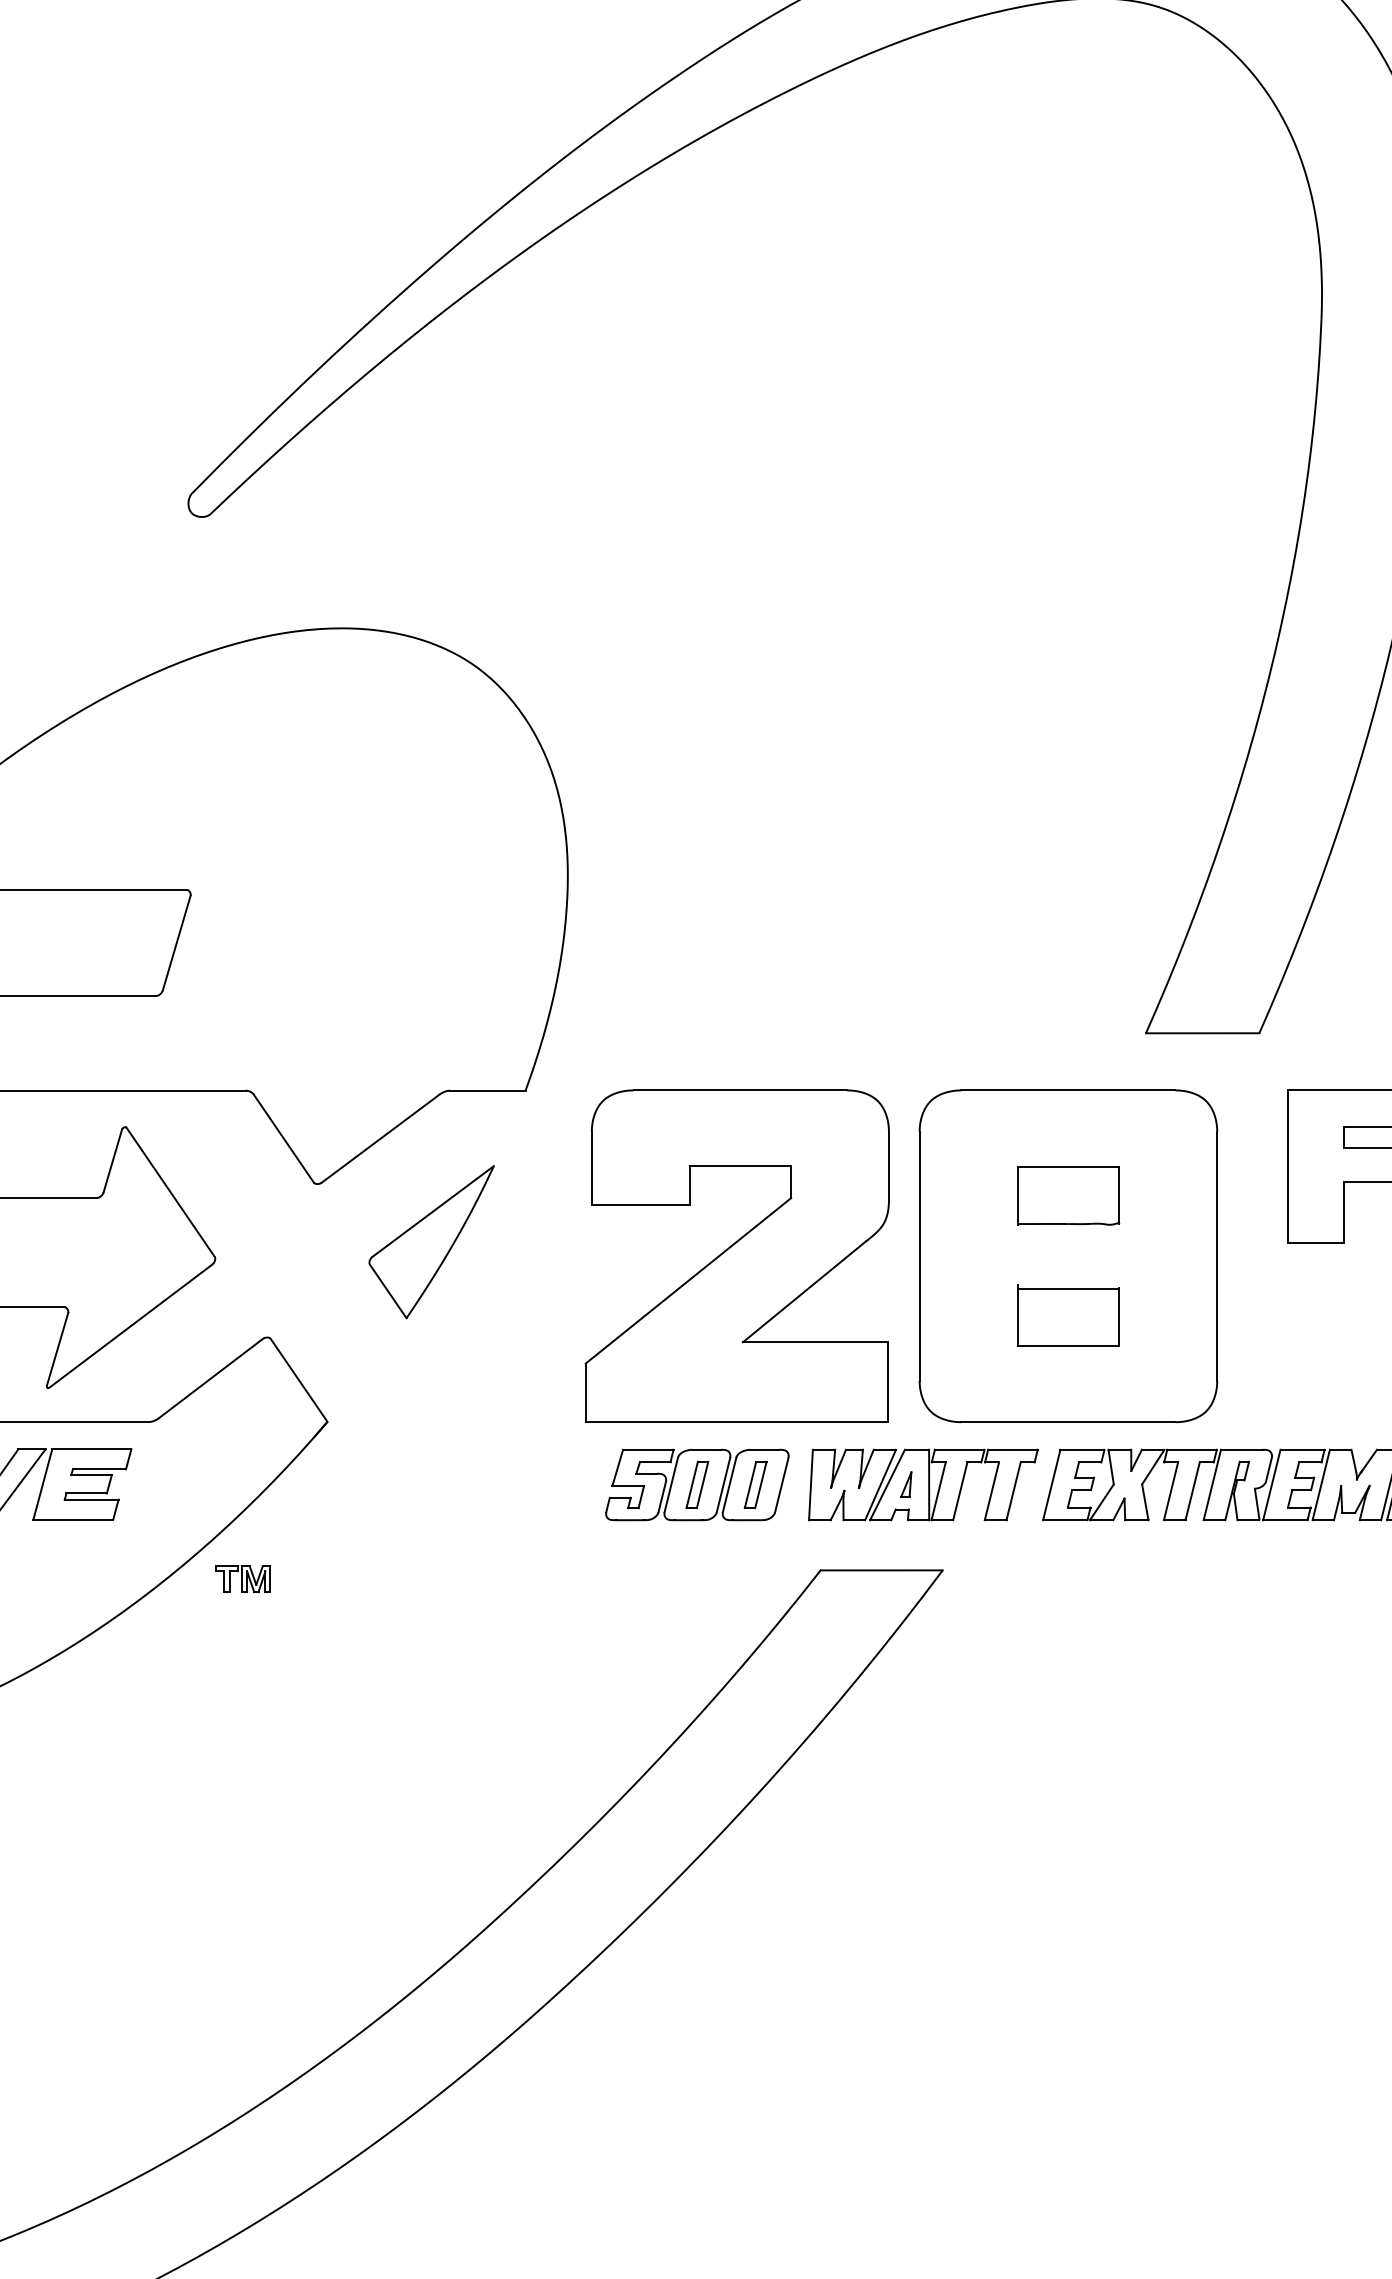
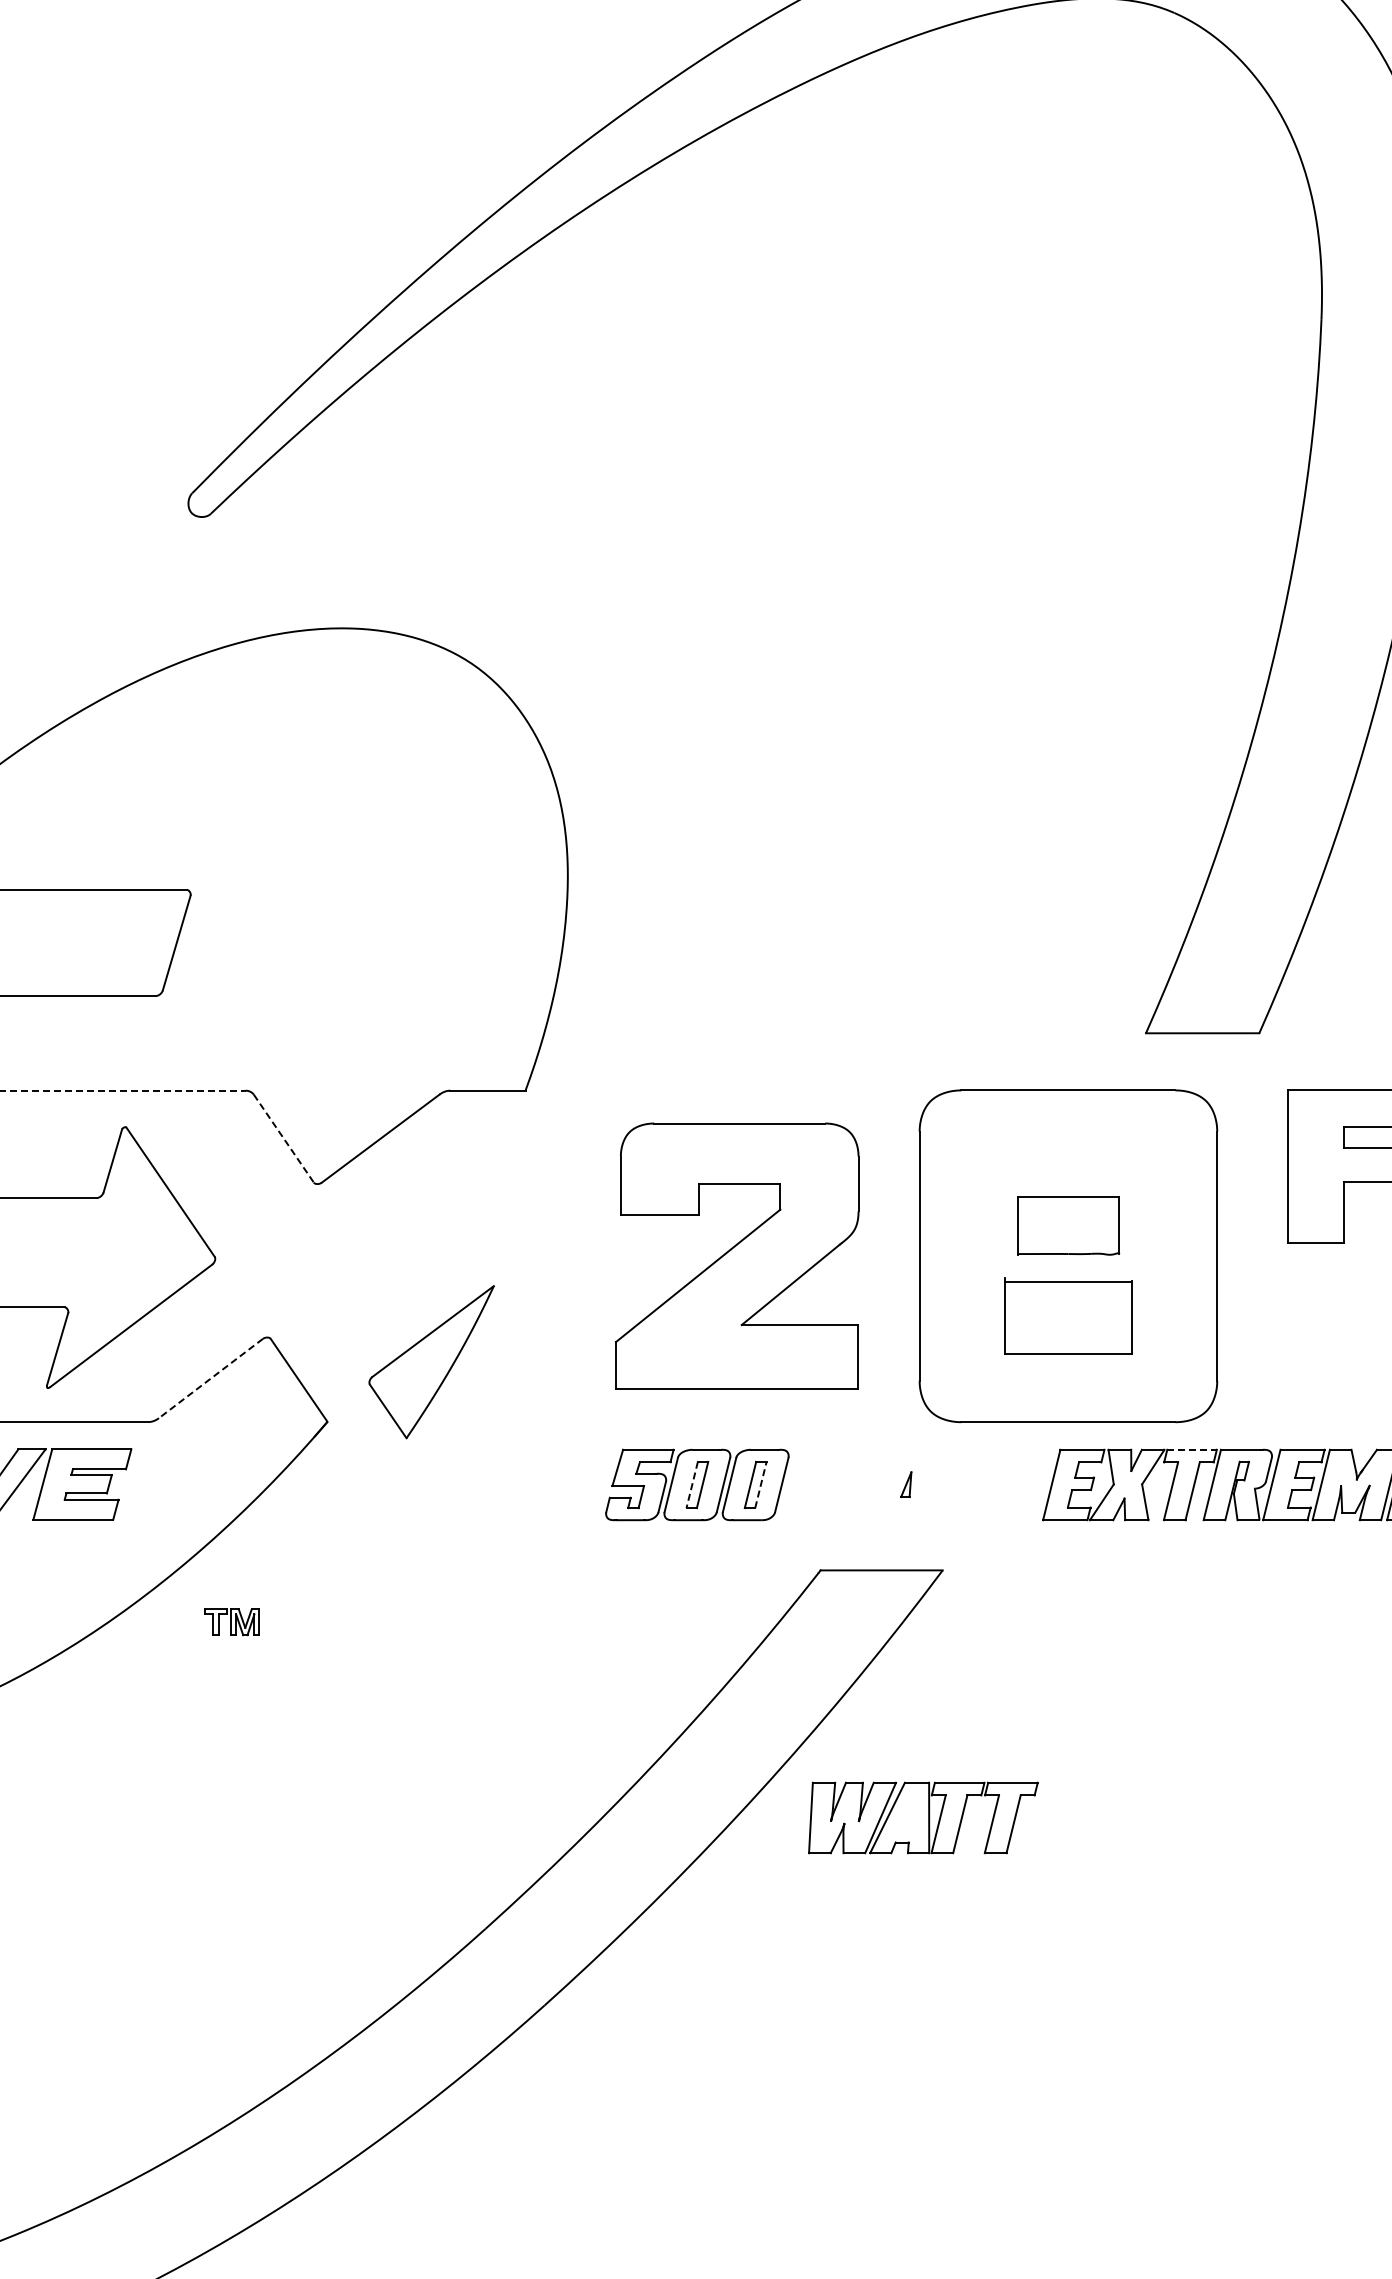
line at (123, 1090): solid -> dashed
line at (284, 1139): solid -> dashed
part at (1068, 1195) position: (1068, 1195) -> (1068, 1225)
part at (431, 1242) position: (431, 1242) -> (431, 1362)
part at (736, 1255) size: 306x334 px -> 245x268 px
part at (1068, 1315) size: 103x63 px -> 129x78 px
line at (210, 1378): solid -> dashed
line at (1192, 1449): solid -> dashed
part at (923, 1484) position: (923, 1484) -> (923, 1817)
line at (692, 1485): solid -> dashed
line at (760, 1485): solid -> dashed
part at (242, 1579) position: (242, 1579) -> (231, 1622)
